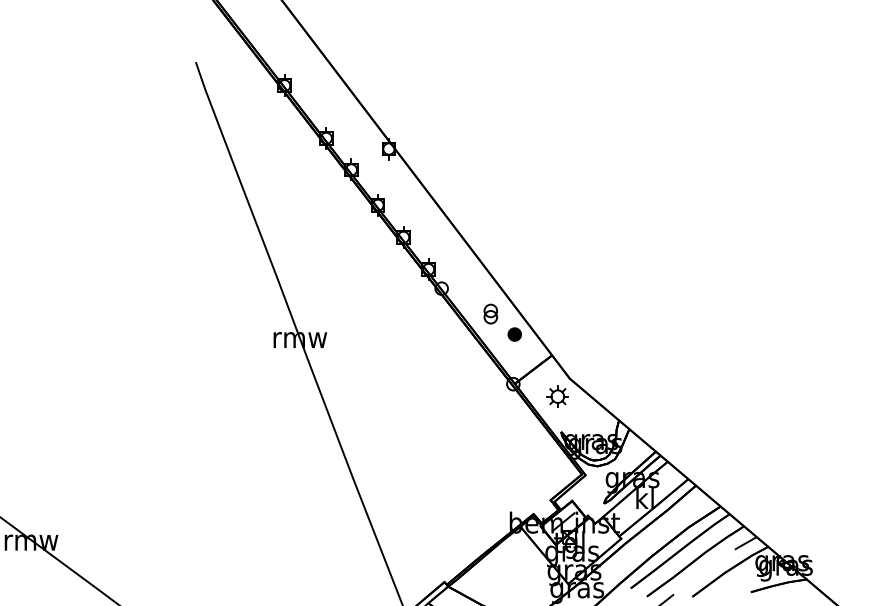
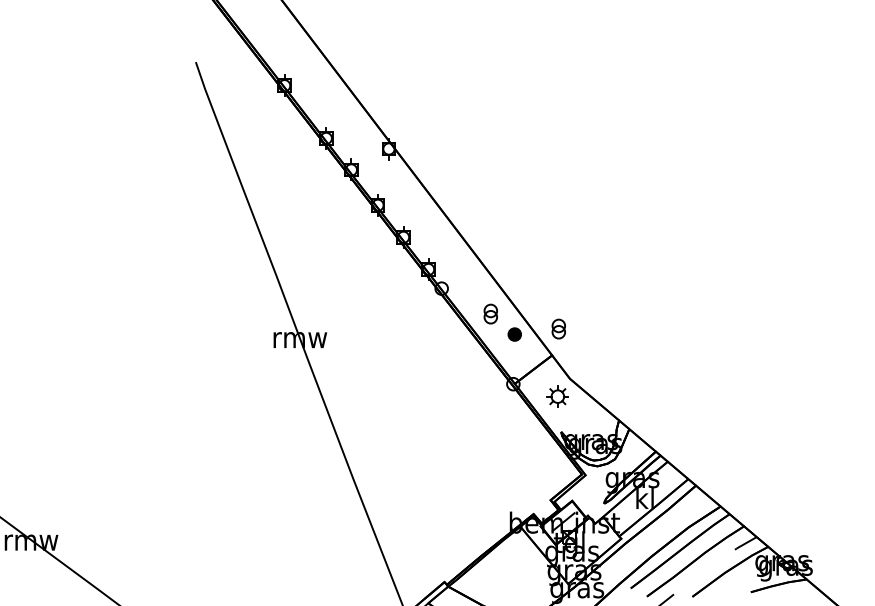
part at (558, 328): none -> present
